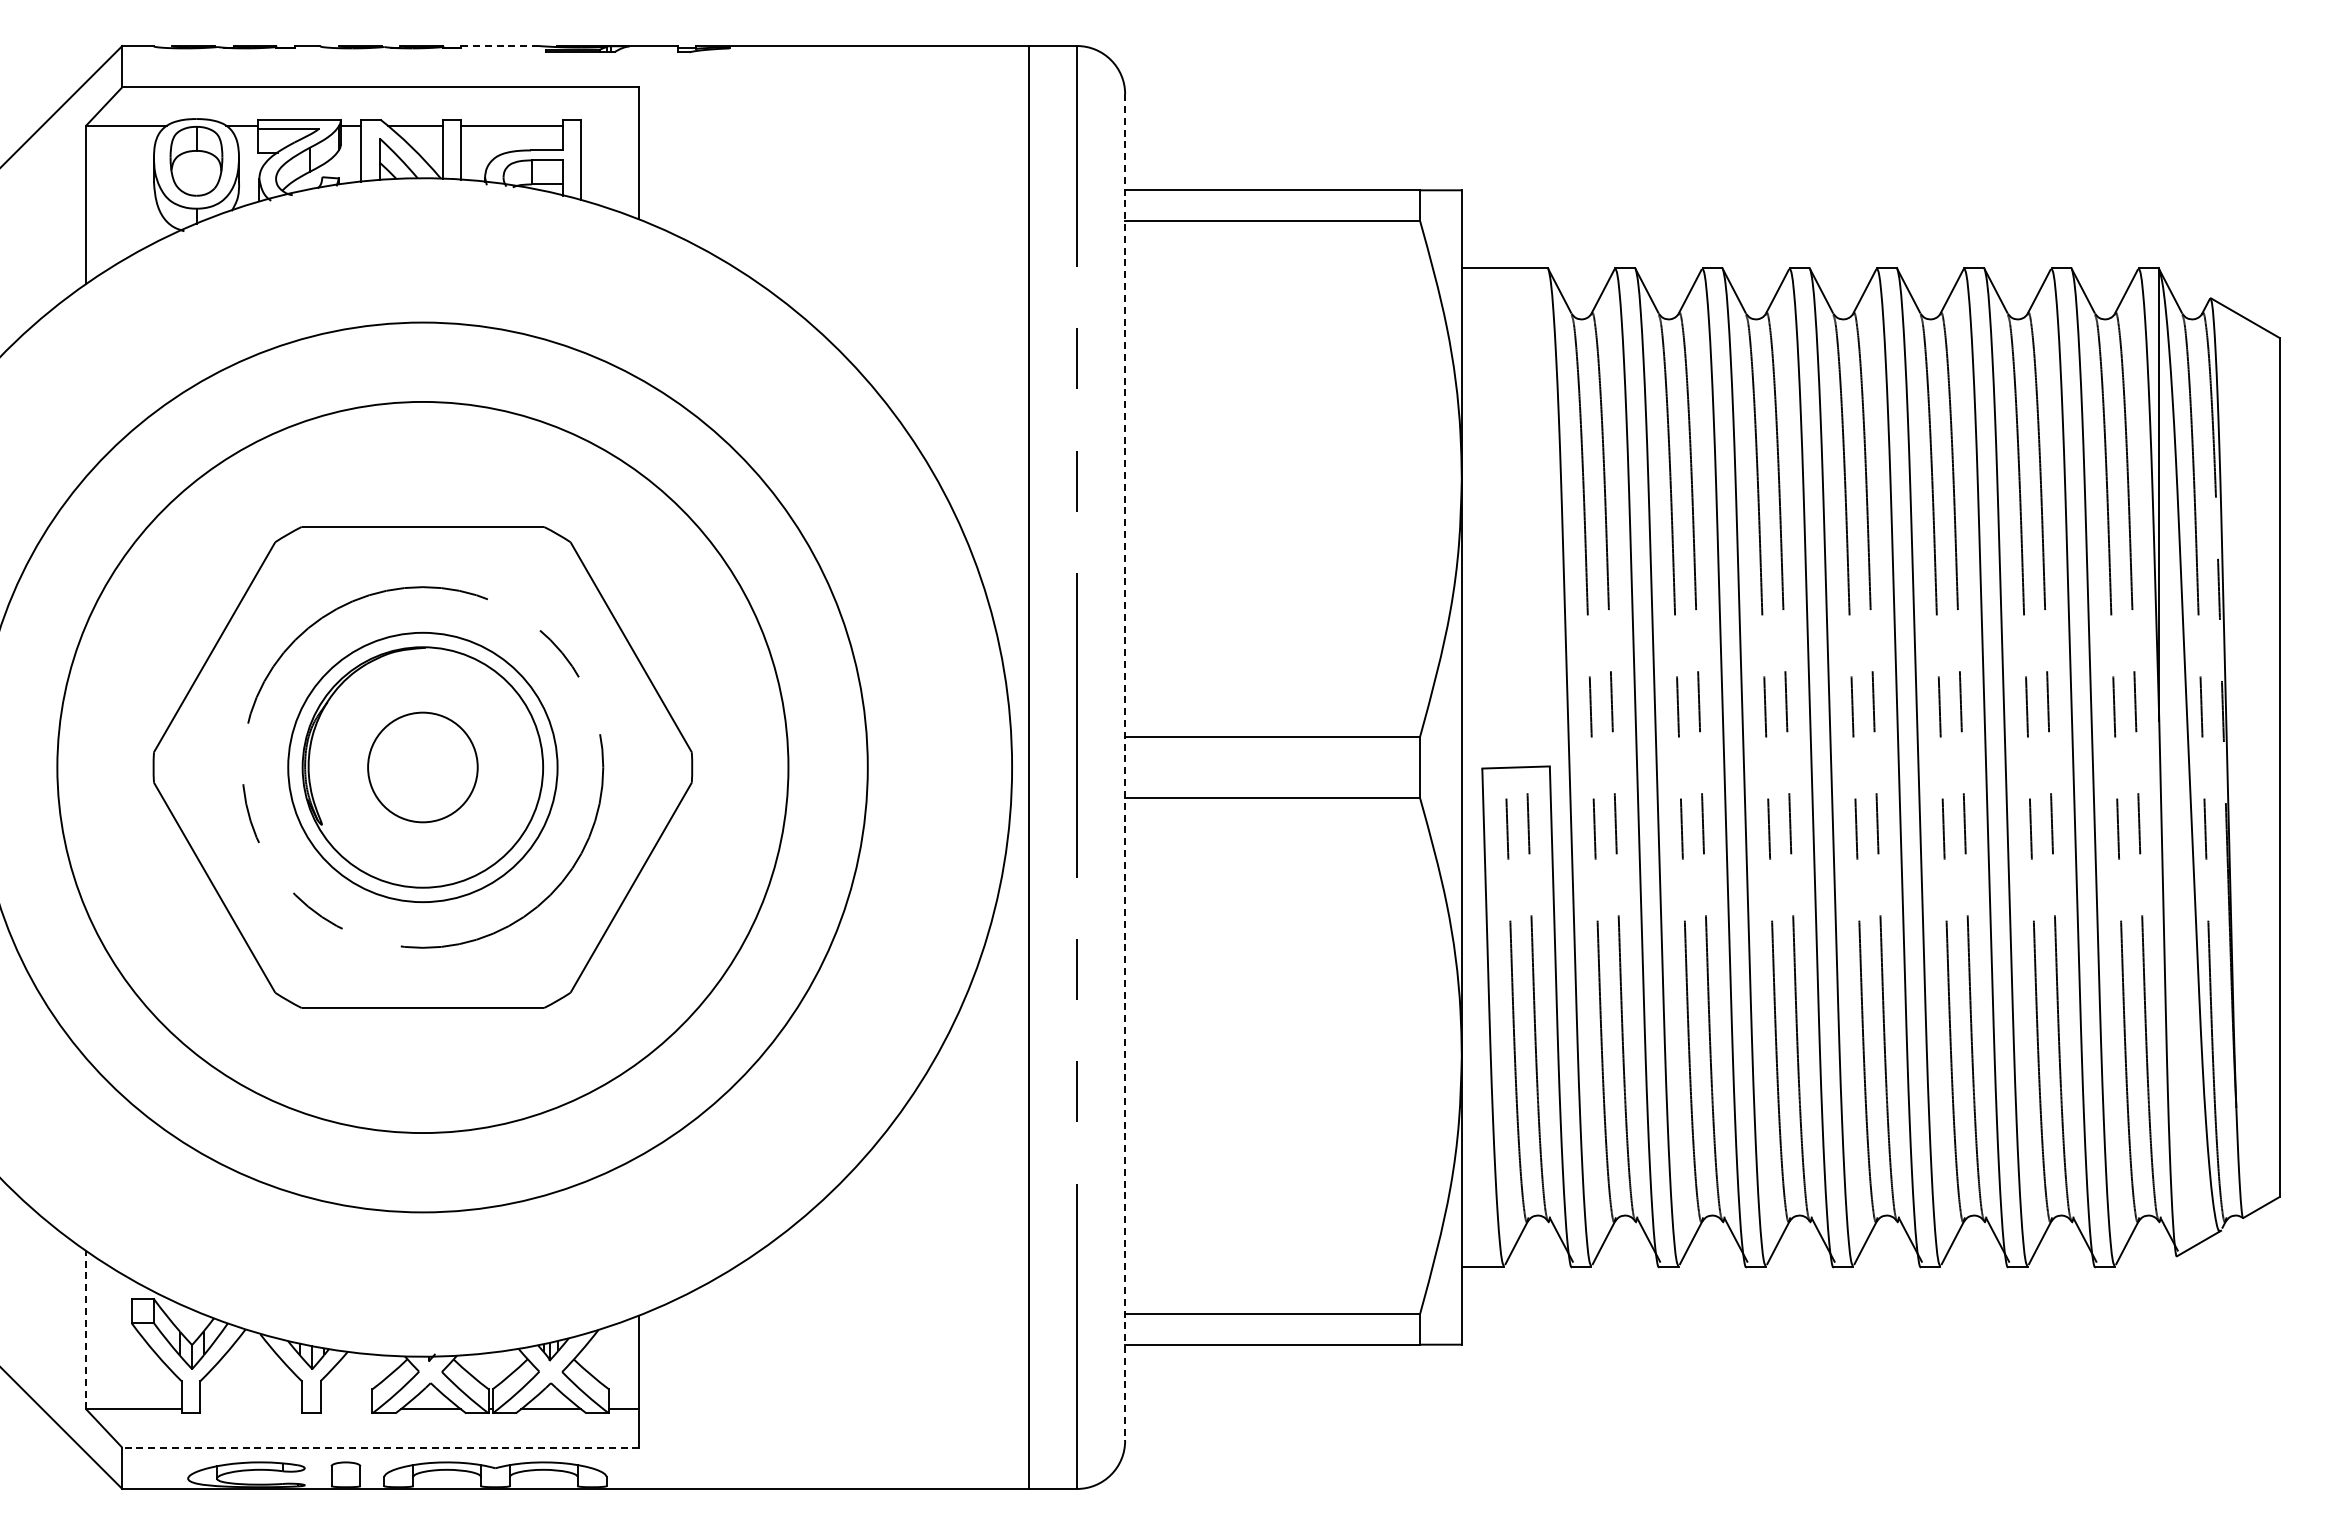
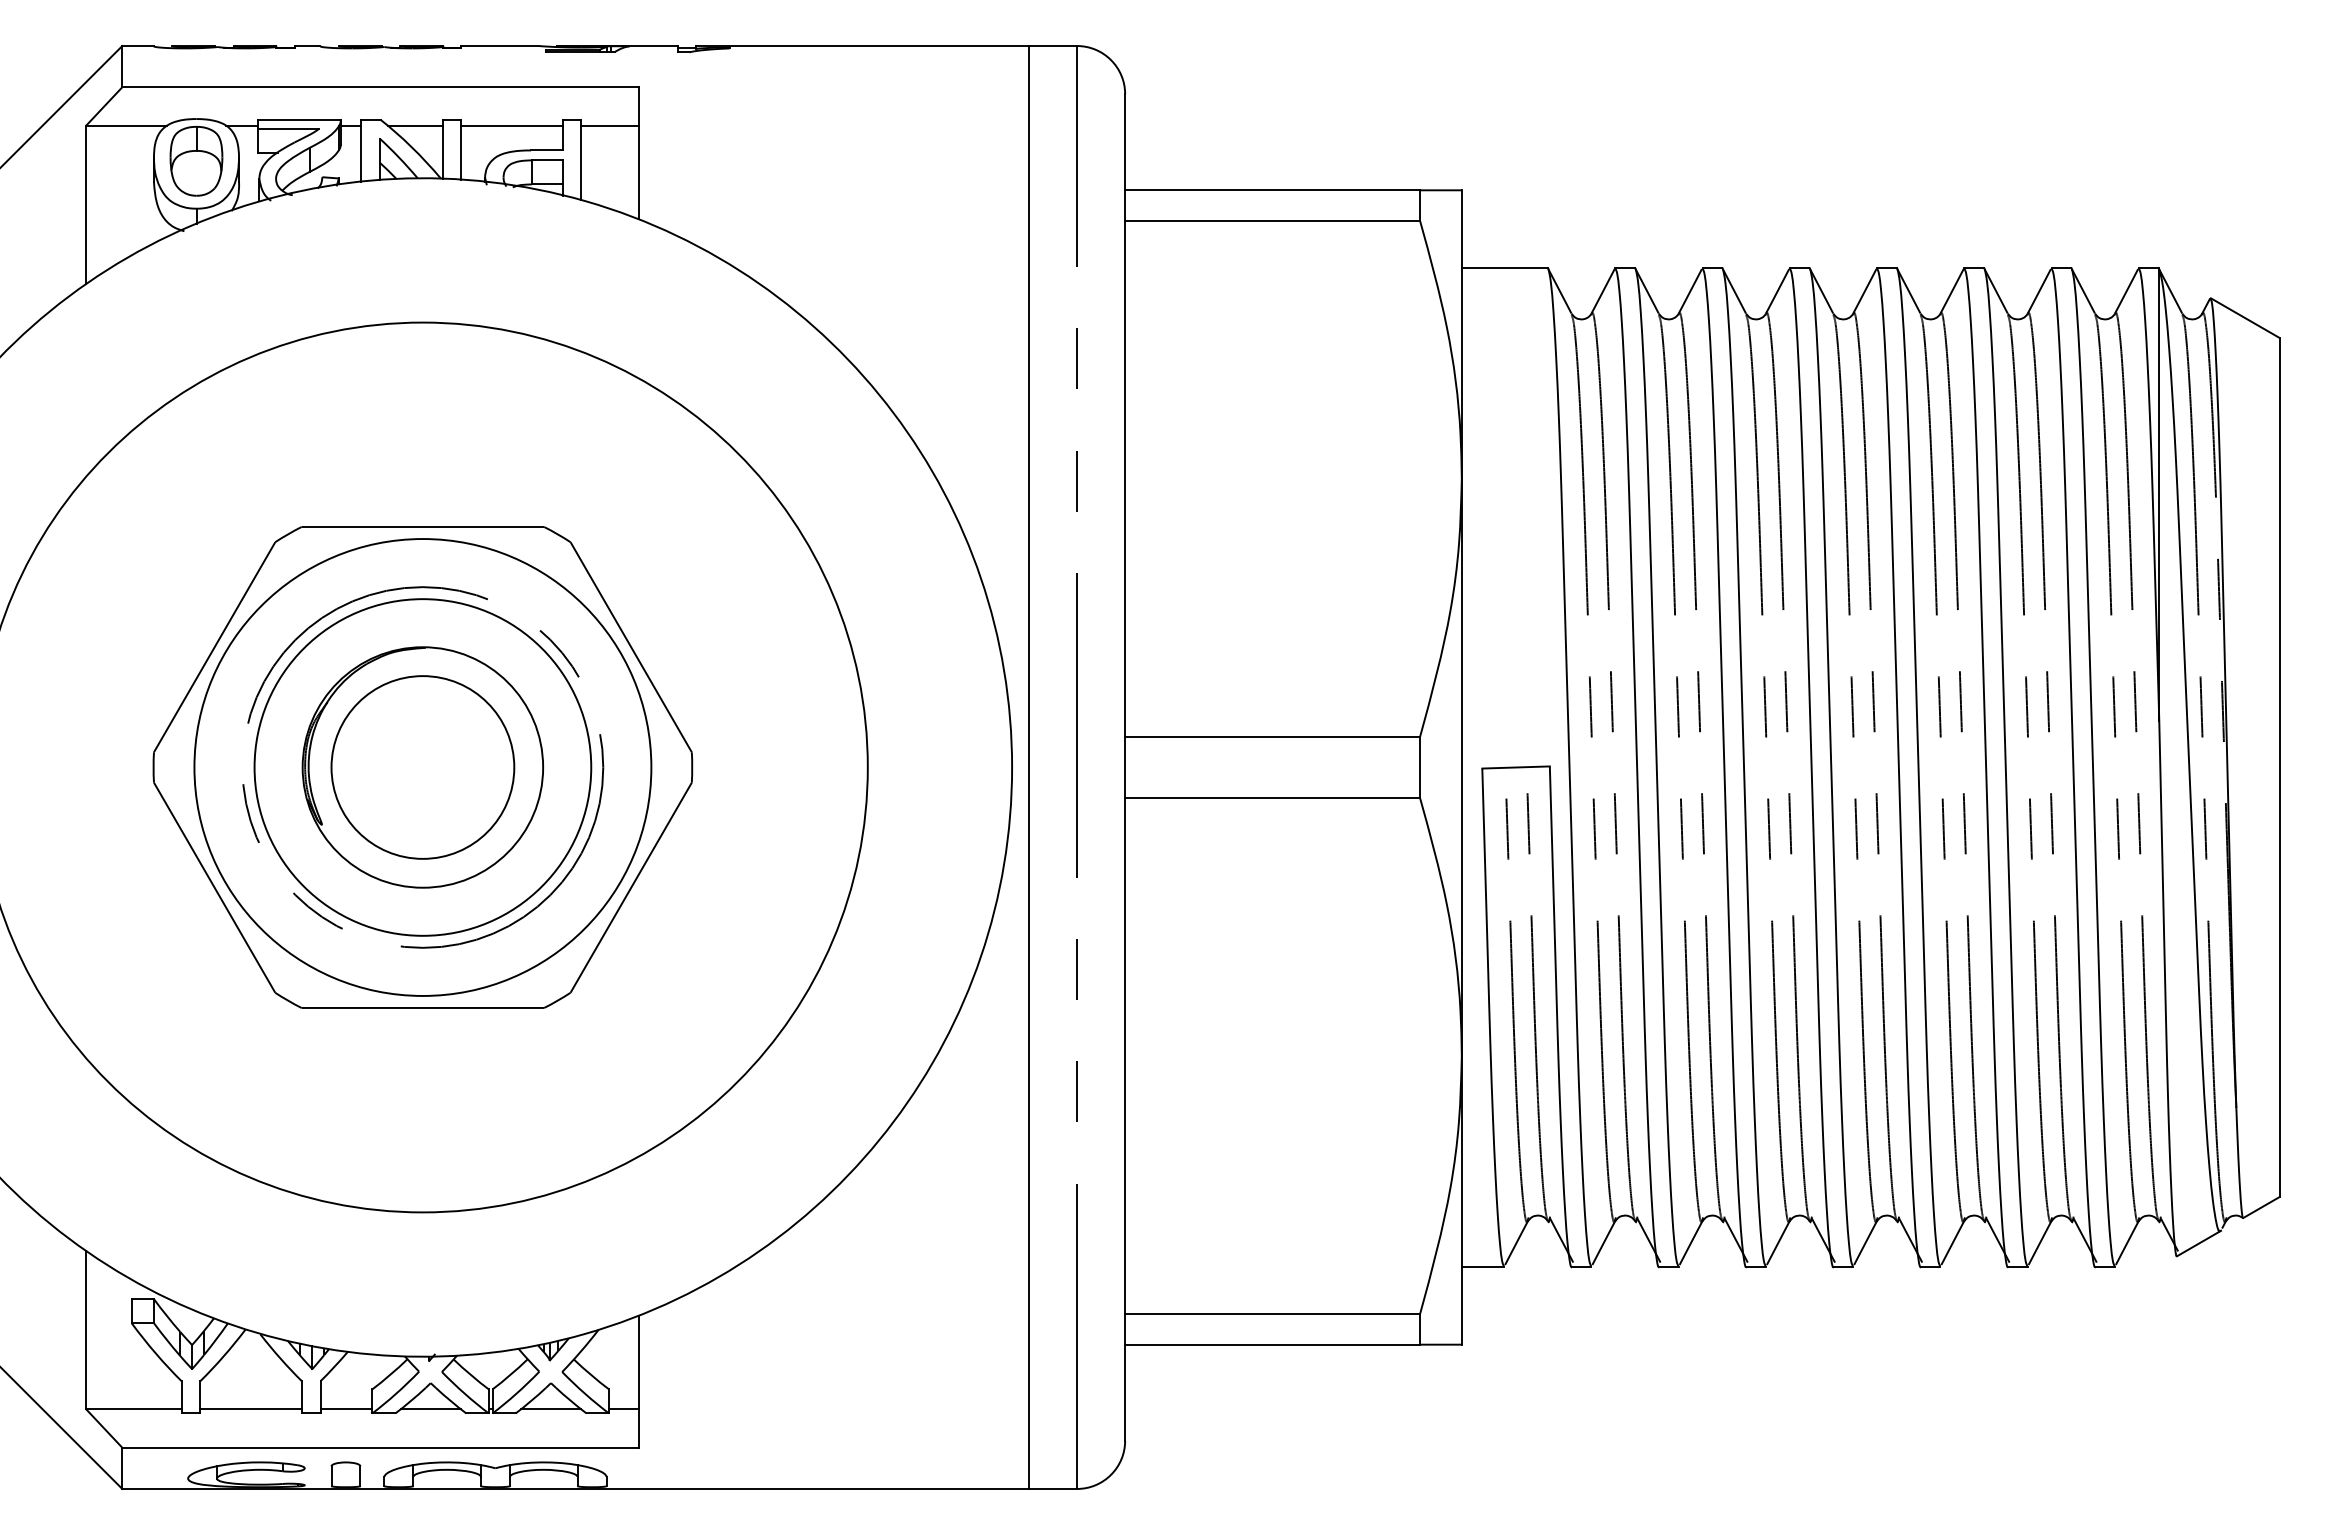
line at (499, 46): dashed -> solid
line at (610, 125): none -> present
circle at (422, 767) diameter: 110 px -> 183 px
circle at (422, 767) diameter: 269 px -> 337 px
circle at (422, 767) diameter: 731 px -> 457 px
line at (1125, 767): dashed -> solid
line at (86, 1329): dashed -> solid
line at (251, 1409): none -> present
line at (346, 1409): none -> present
line at (380, 1447): dashed -> solid
